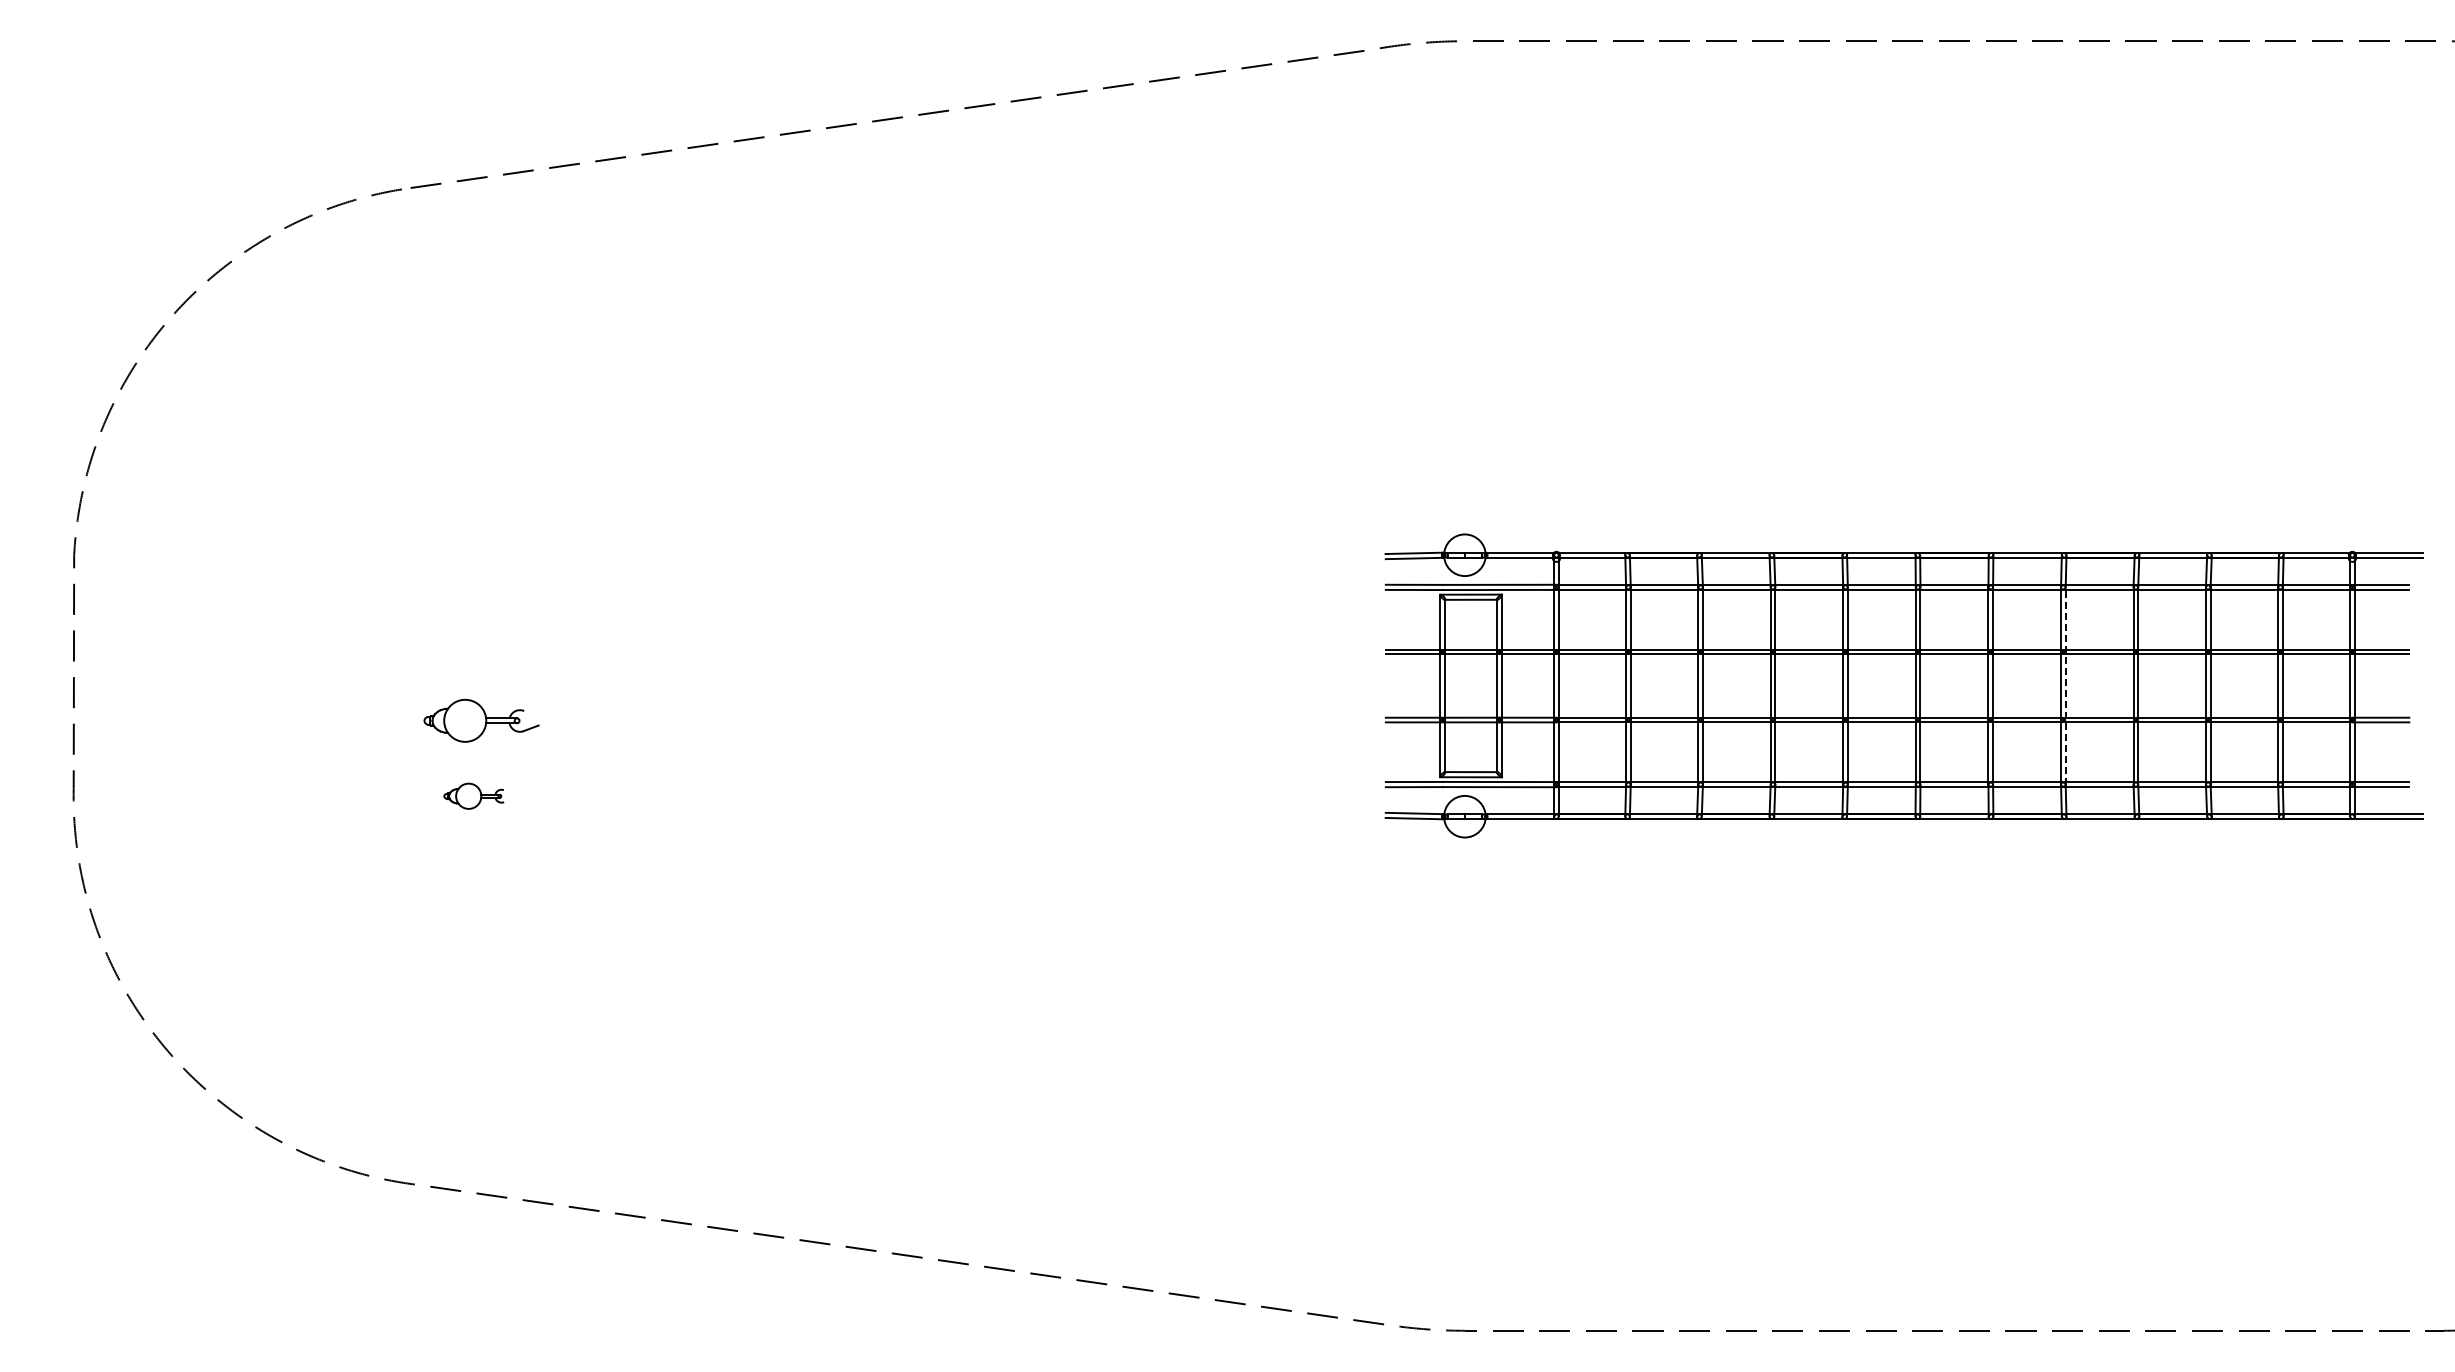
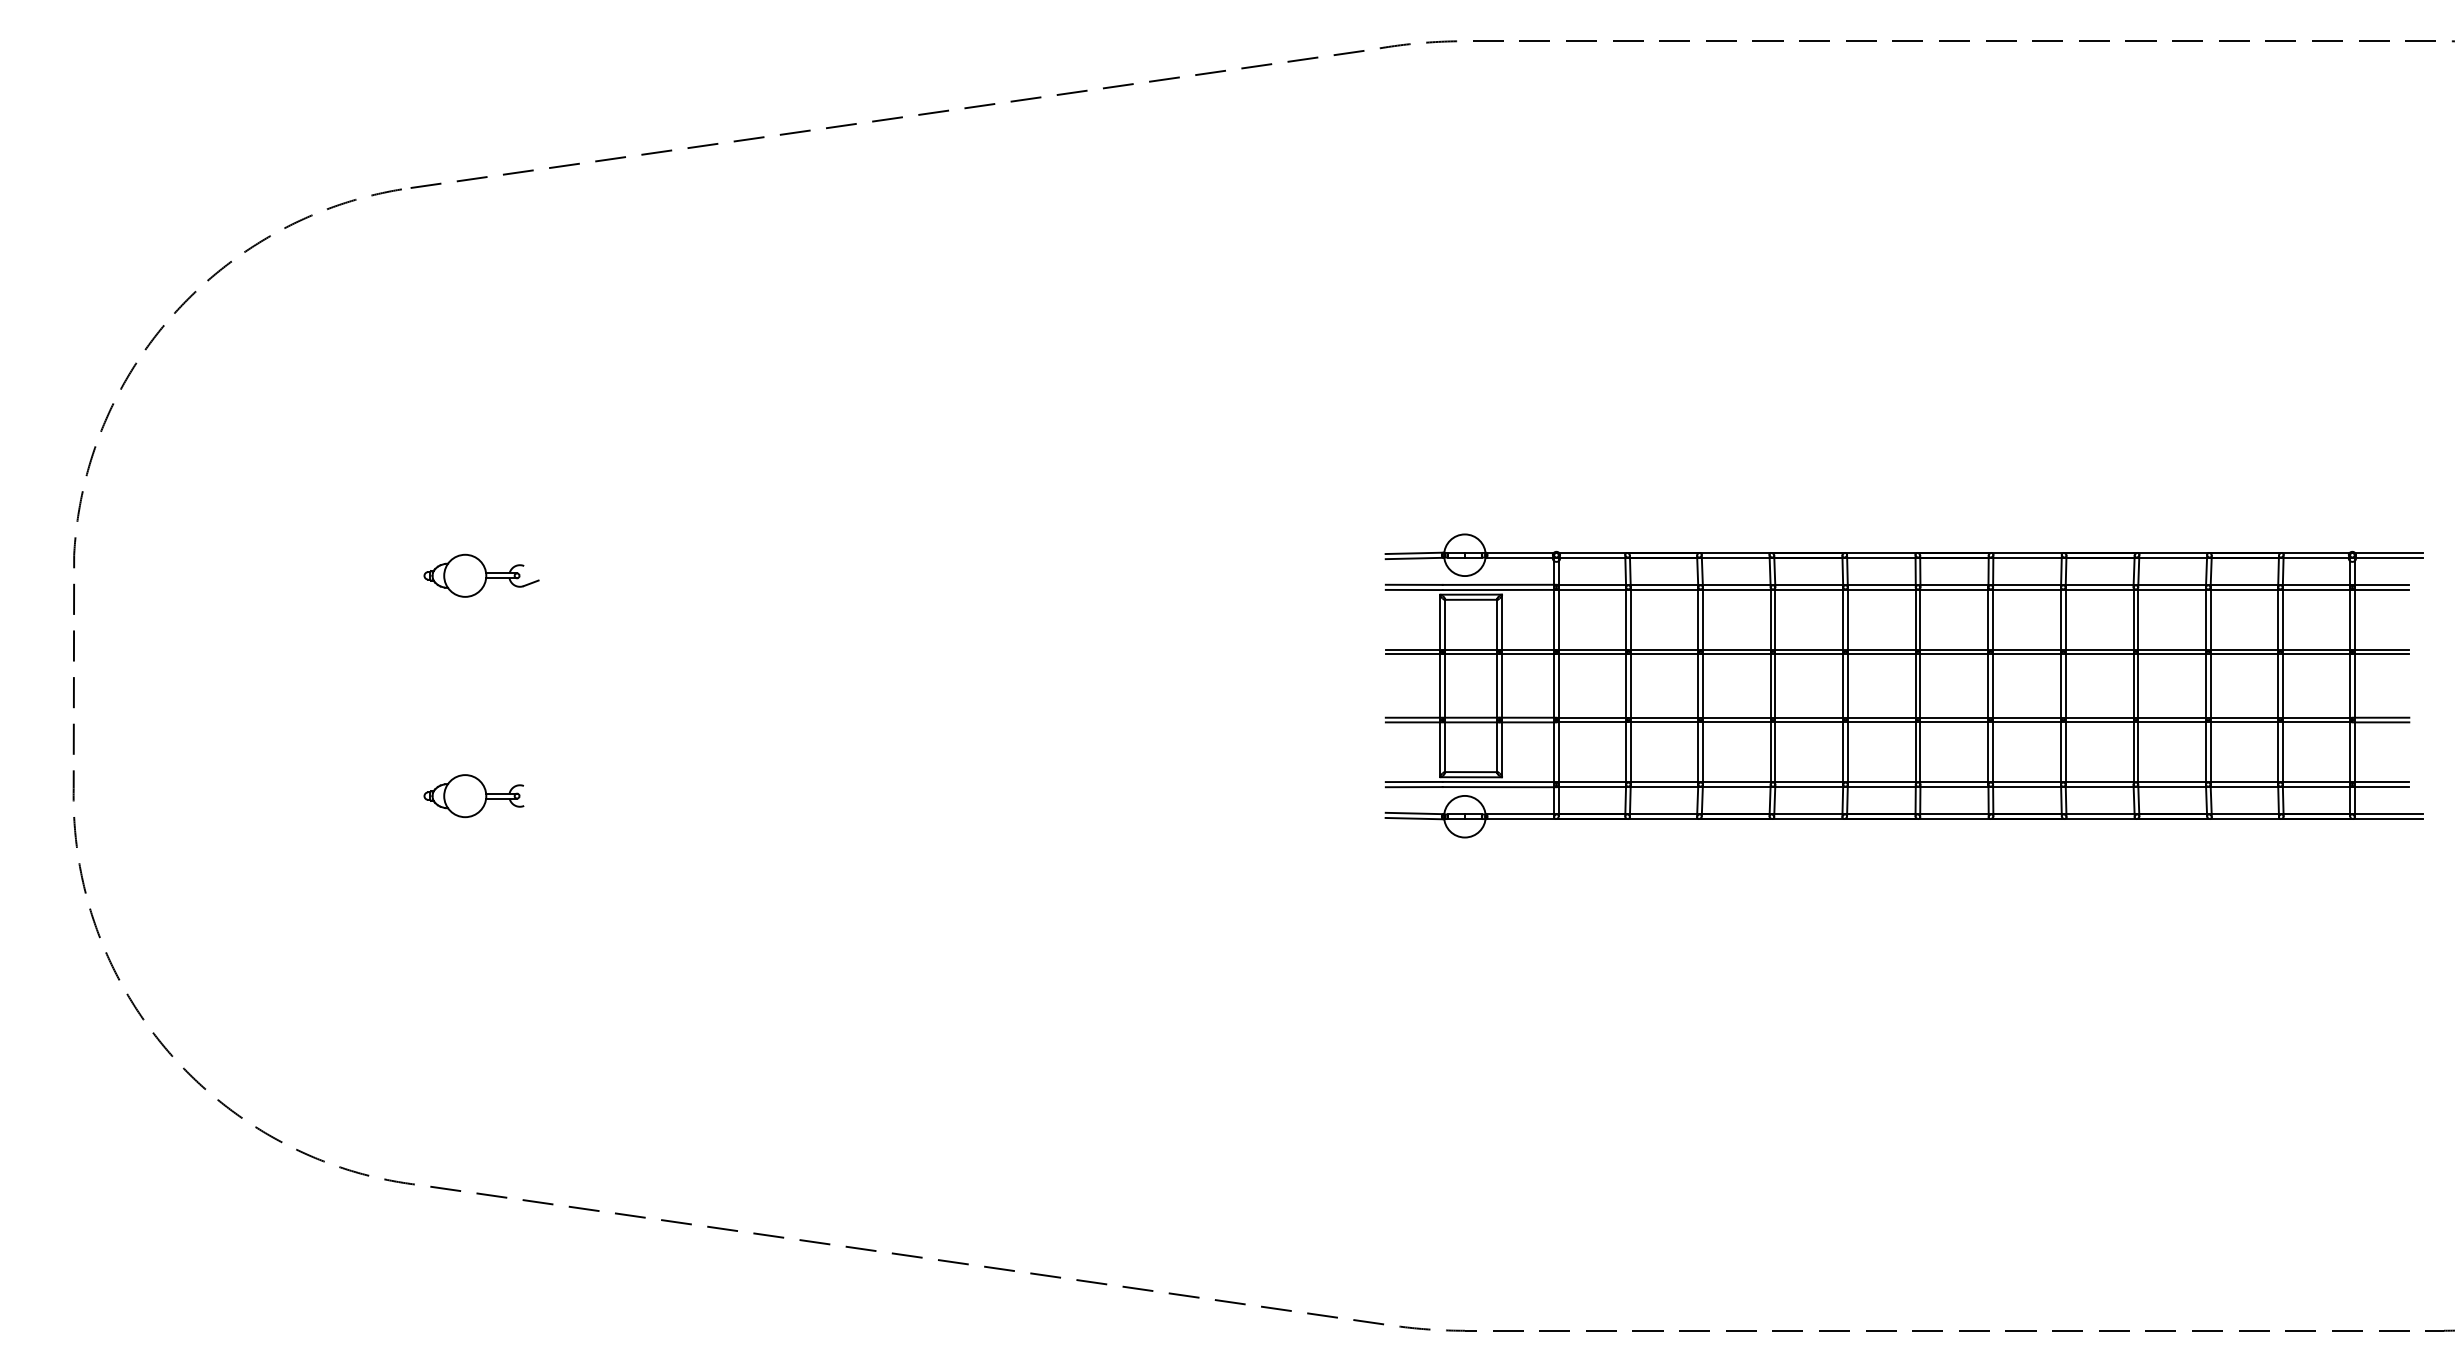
line at (2065, 686): dashed -> solid
part at (481, 720) position: (481, 720) -> (481, 575)
part at (473, 795) size: 62x28 px -> 102x45 px
